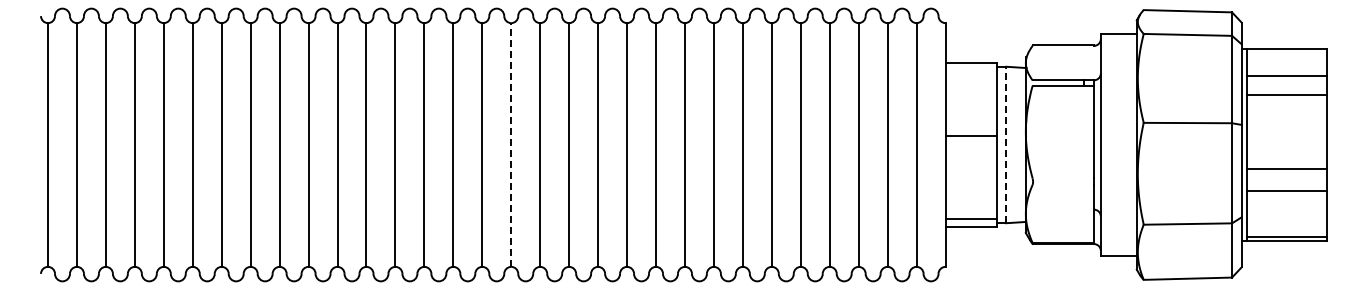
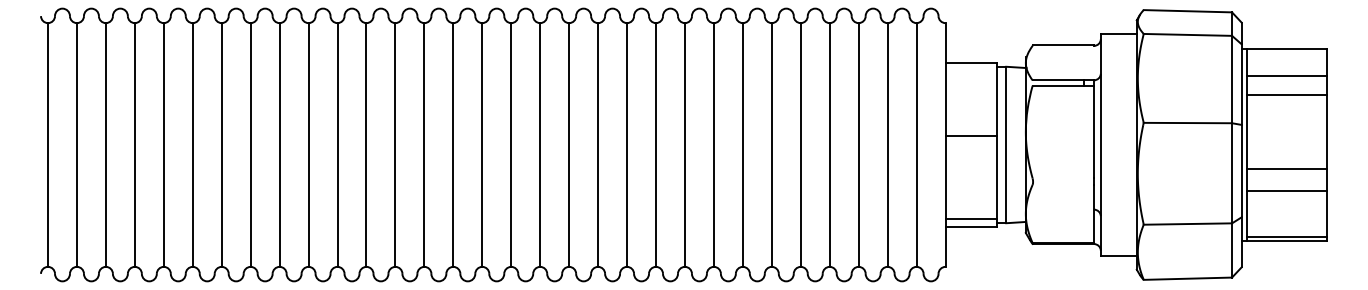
line at (1006, 144): dashed -> solid
line at (511, 145): dashed -> solid
